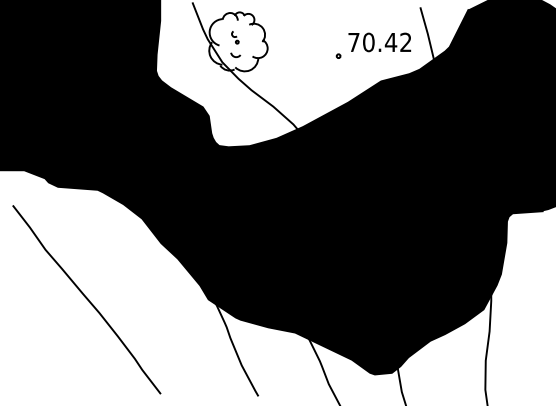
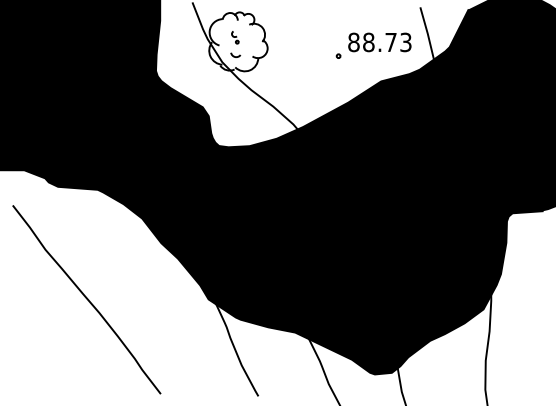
text at (379, 42): 70.42 -> 88.73
